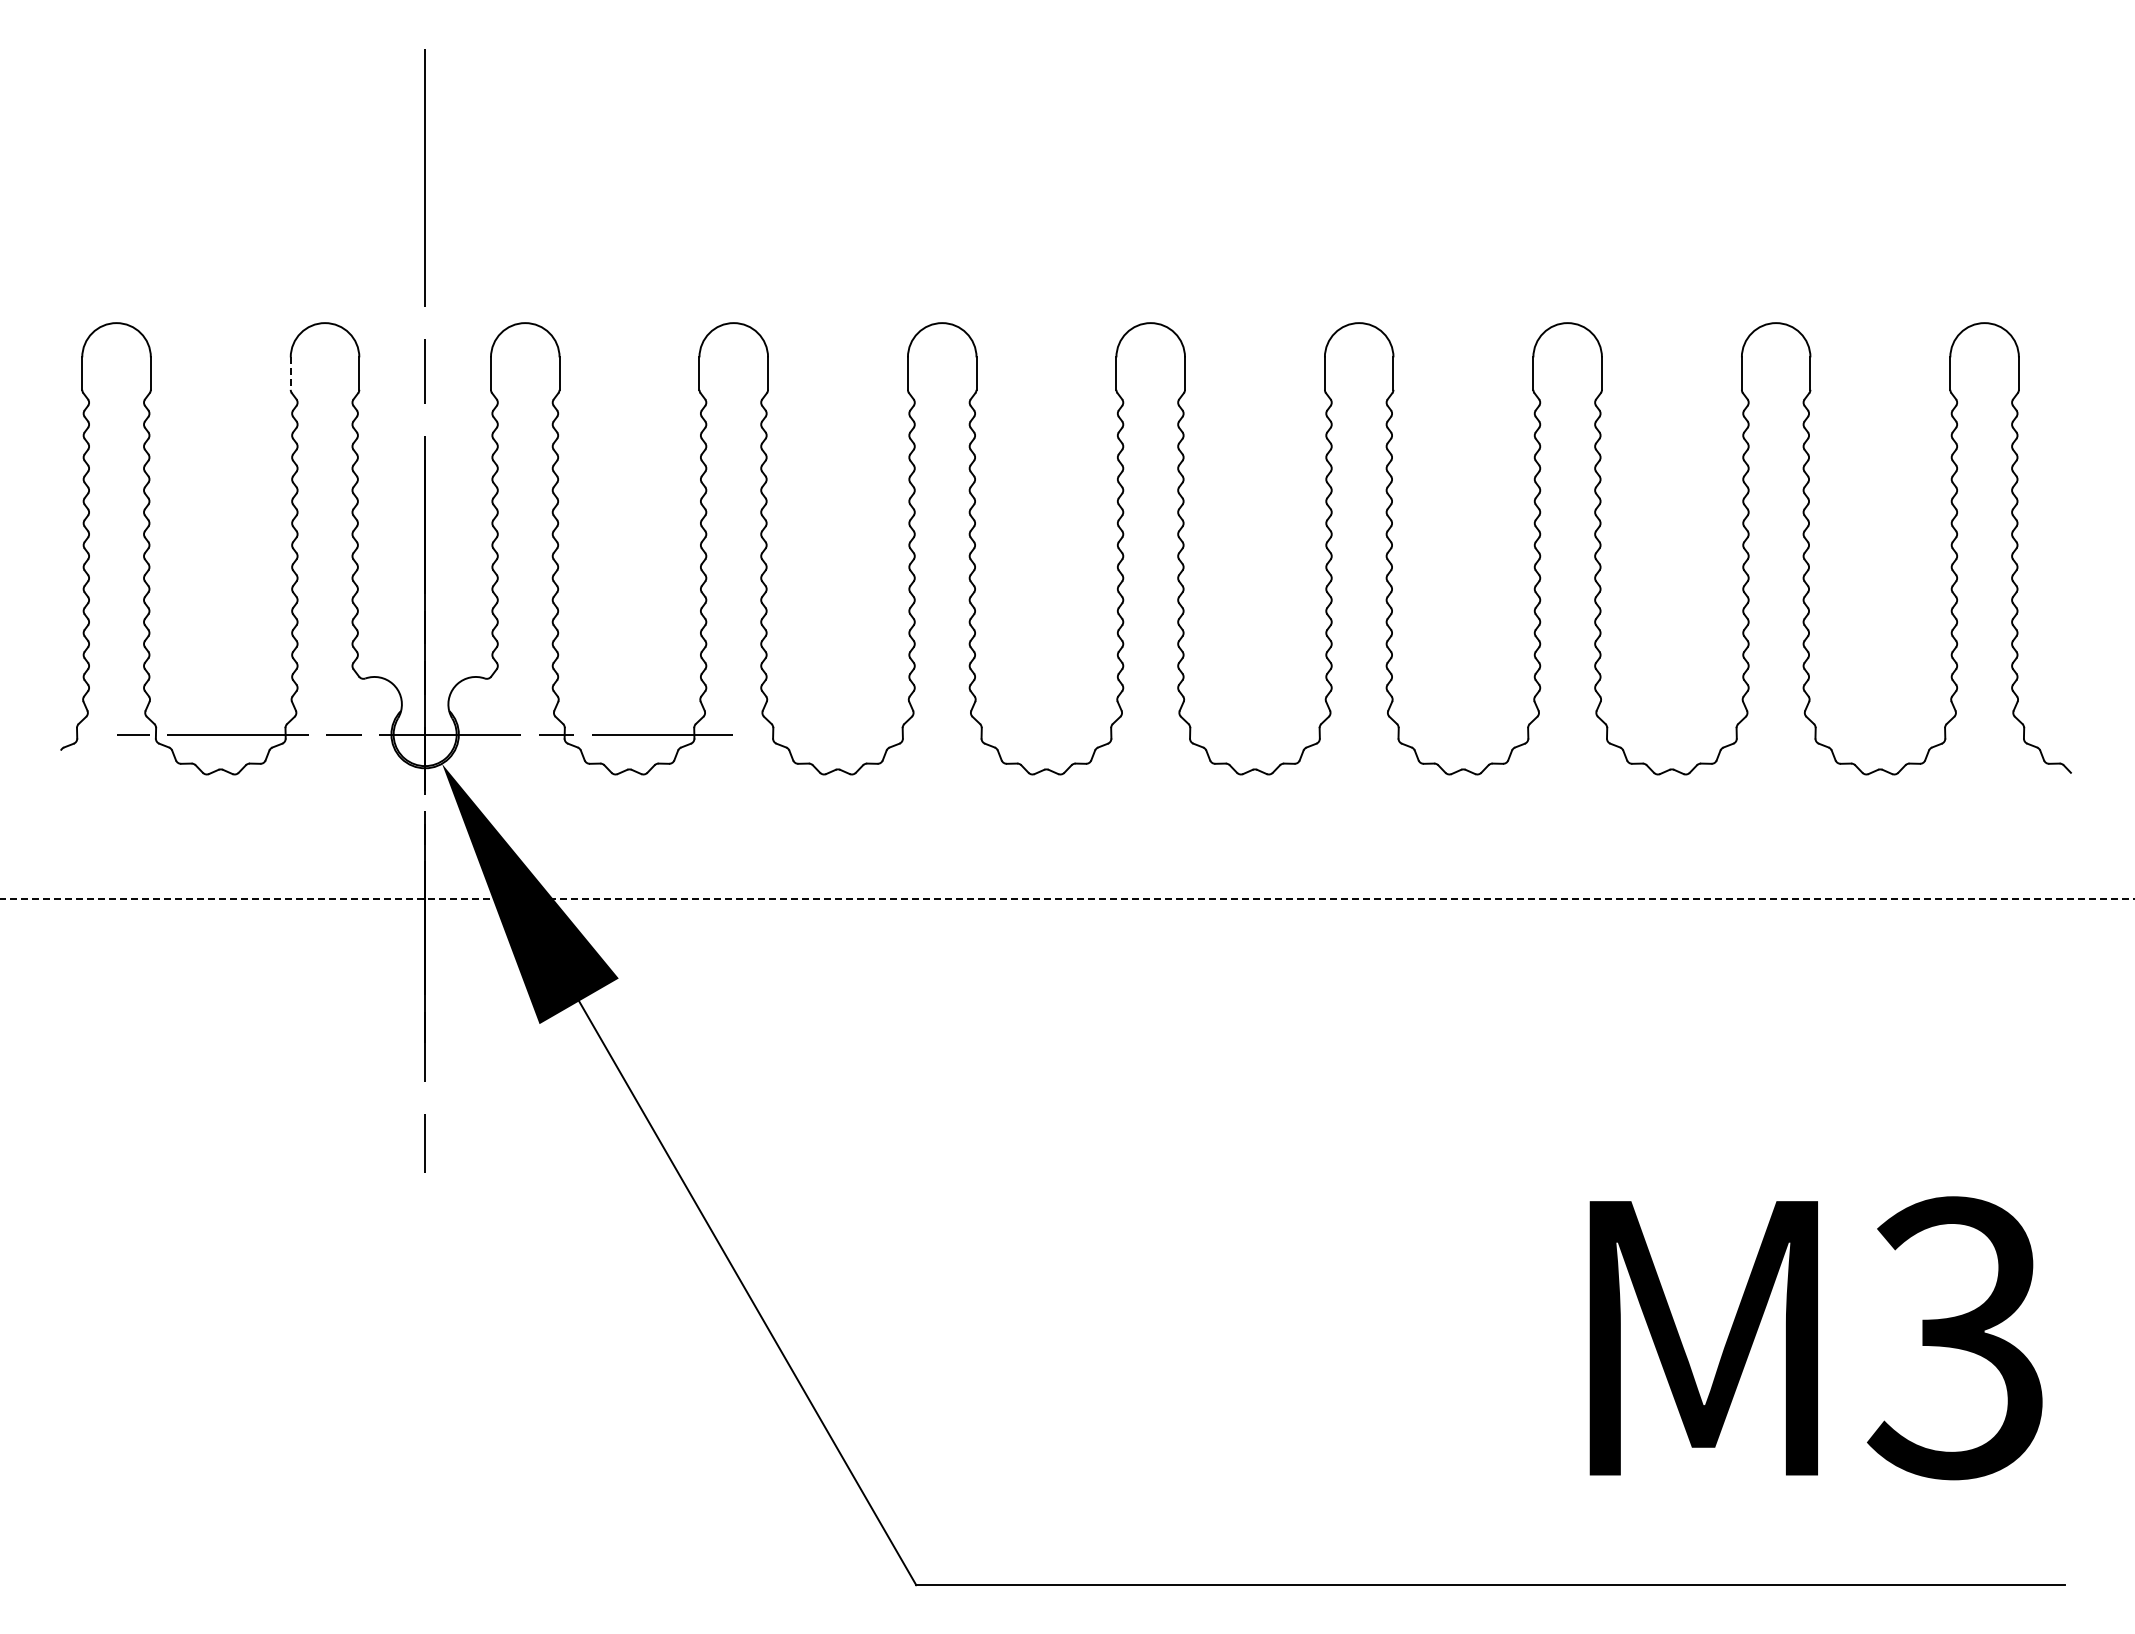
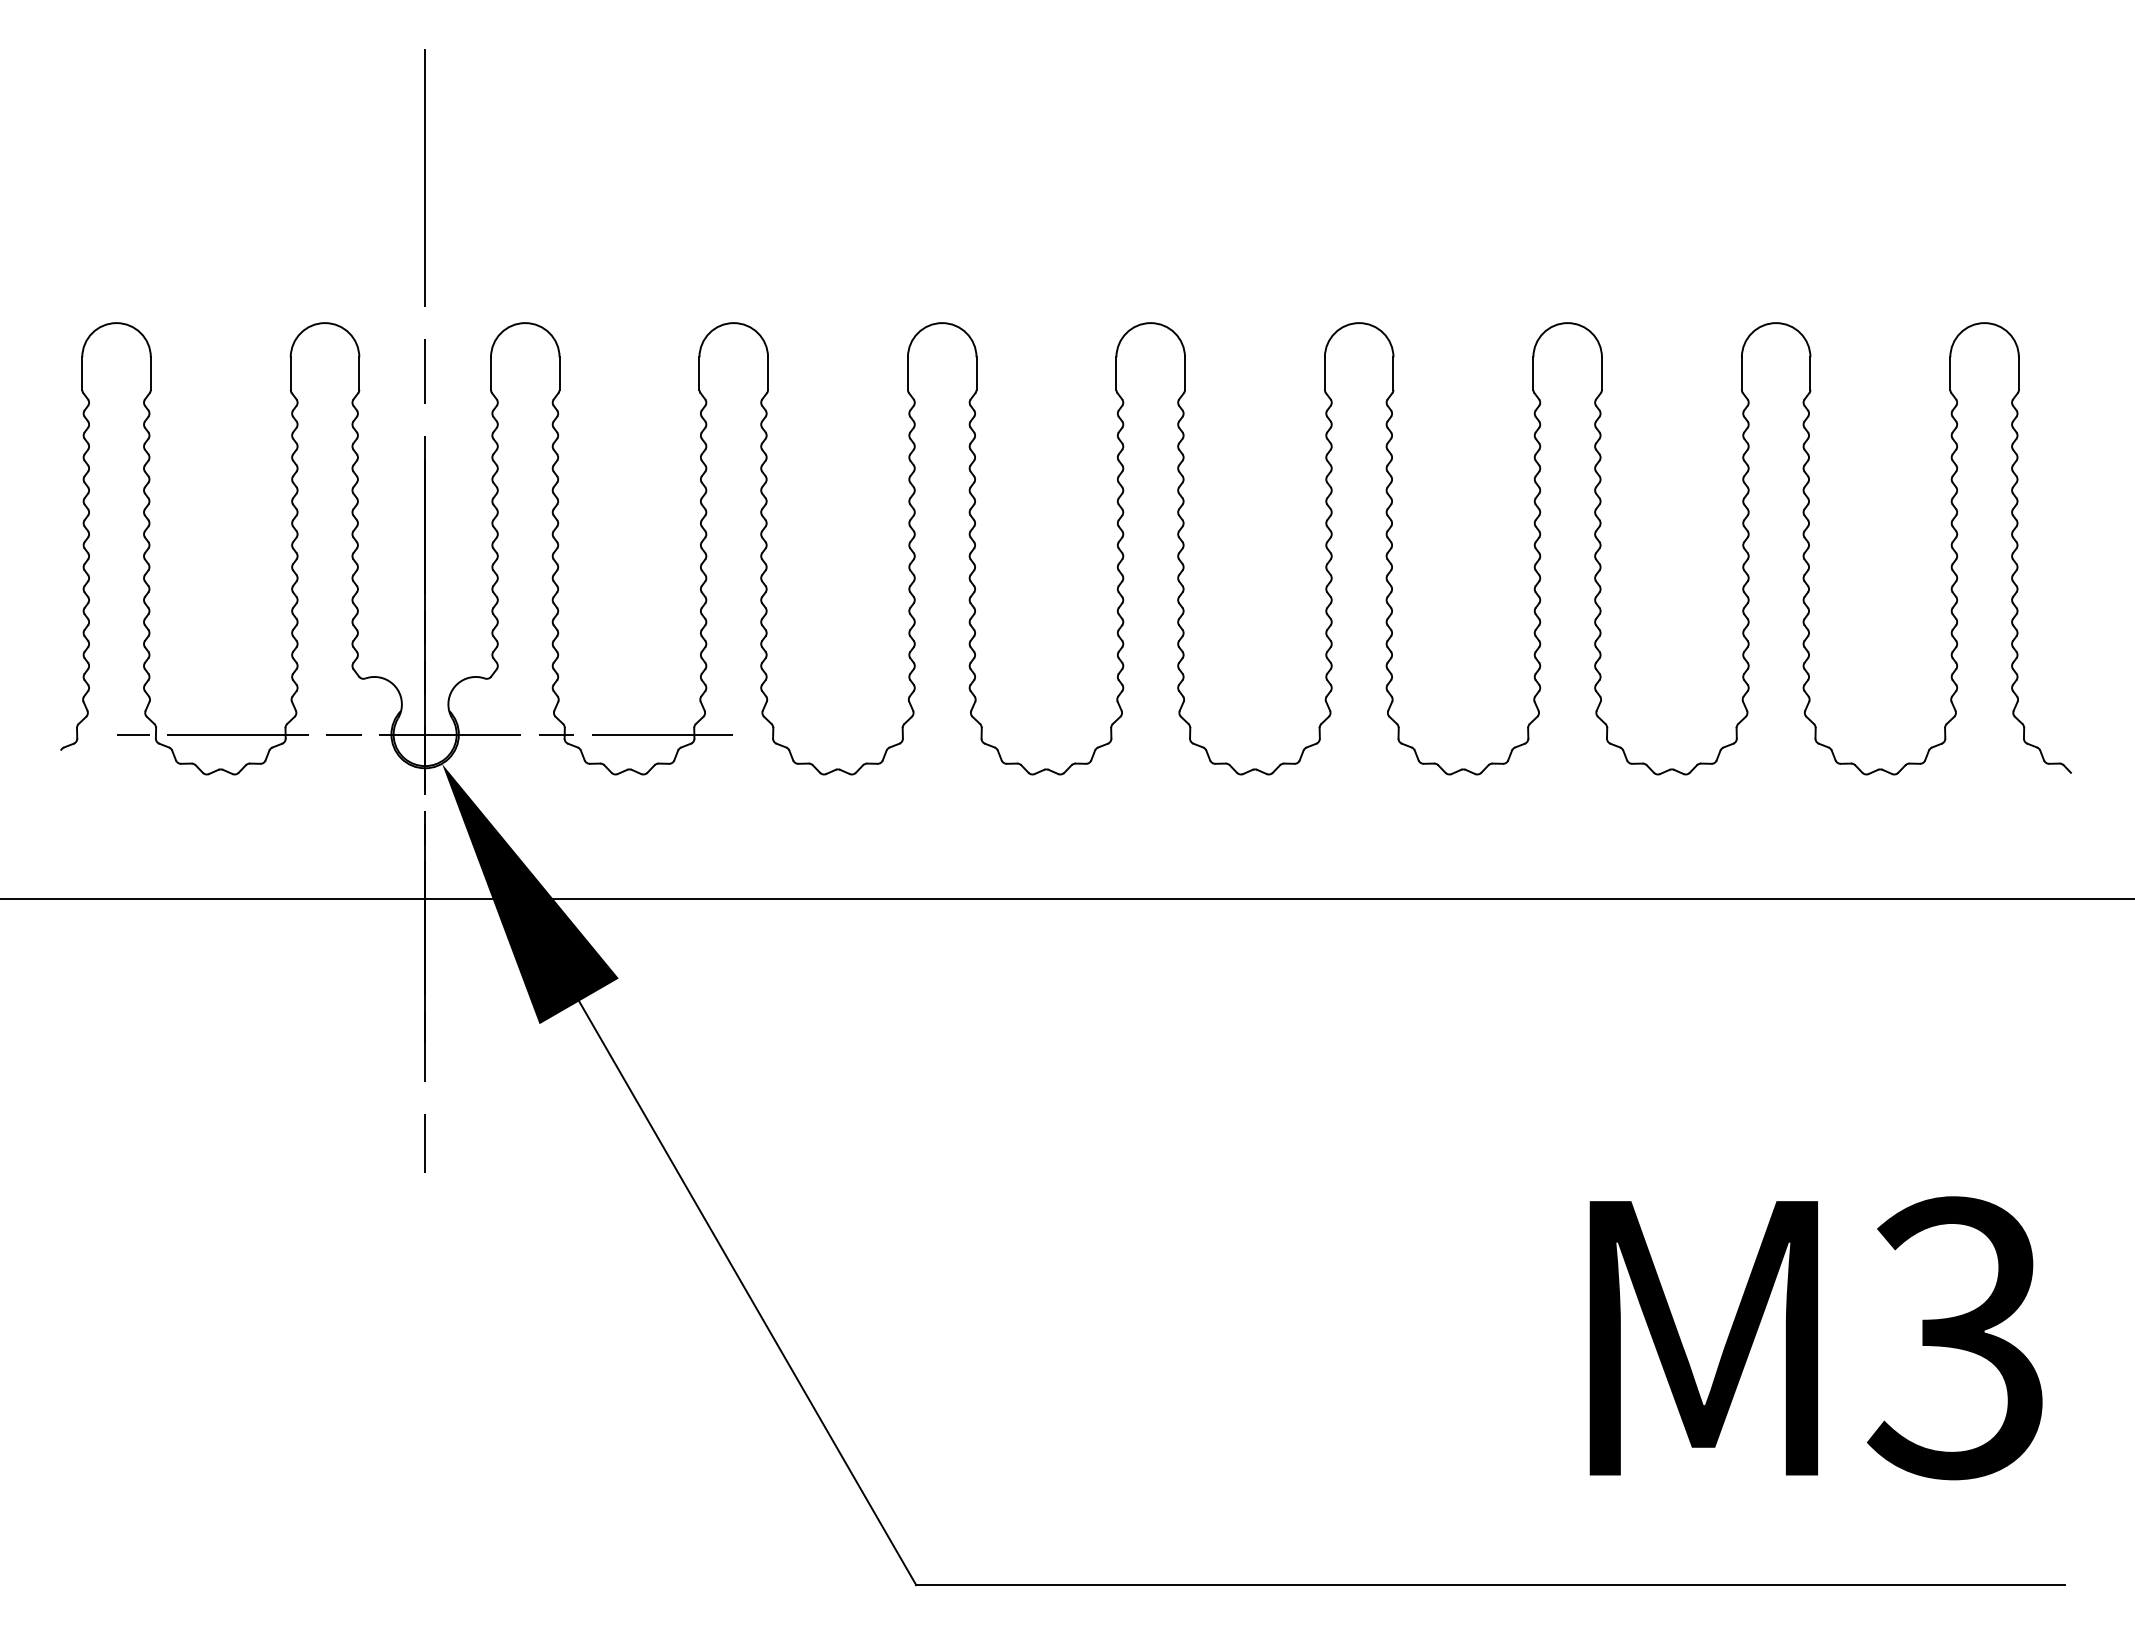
line at (290, 374): dashed -> solid
line at (1067, 899): dashed -> solid
